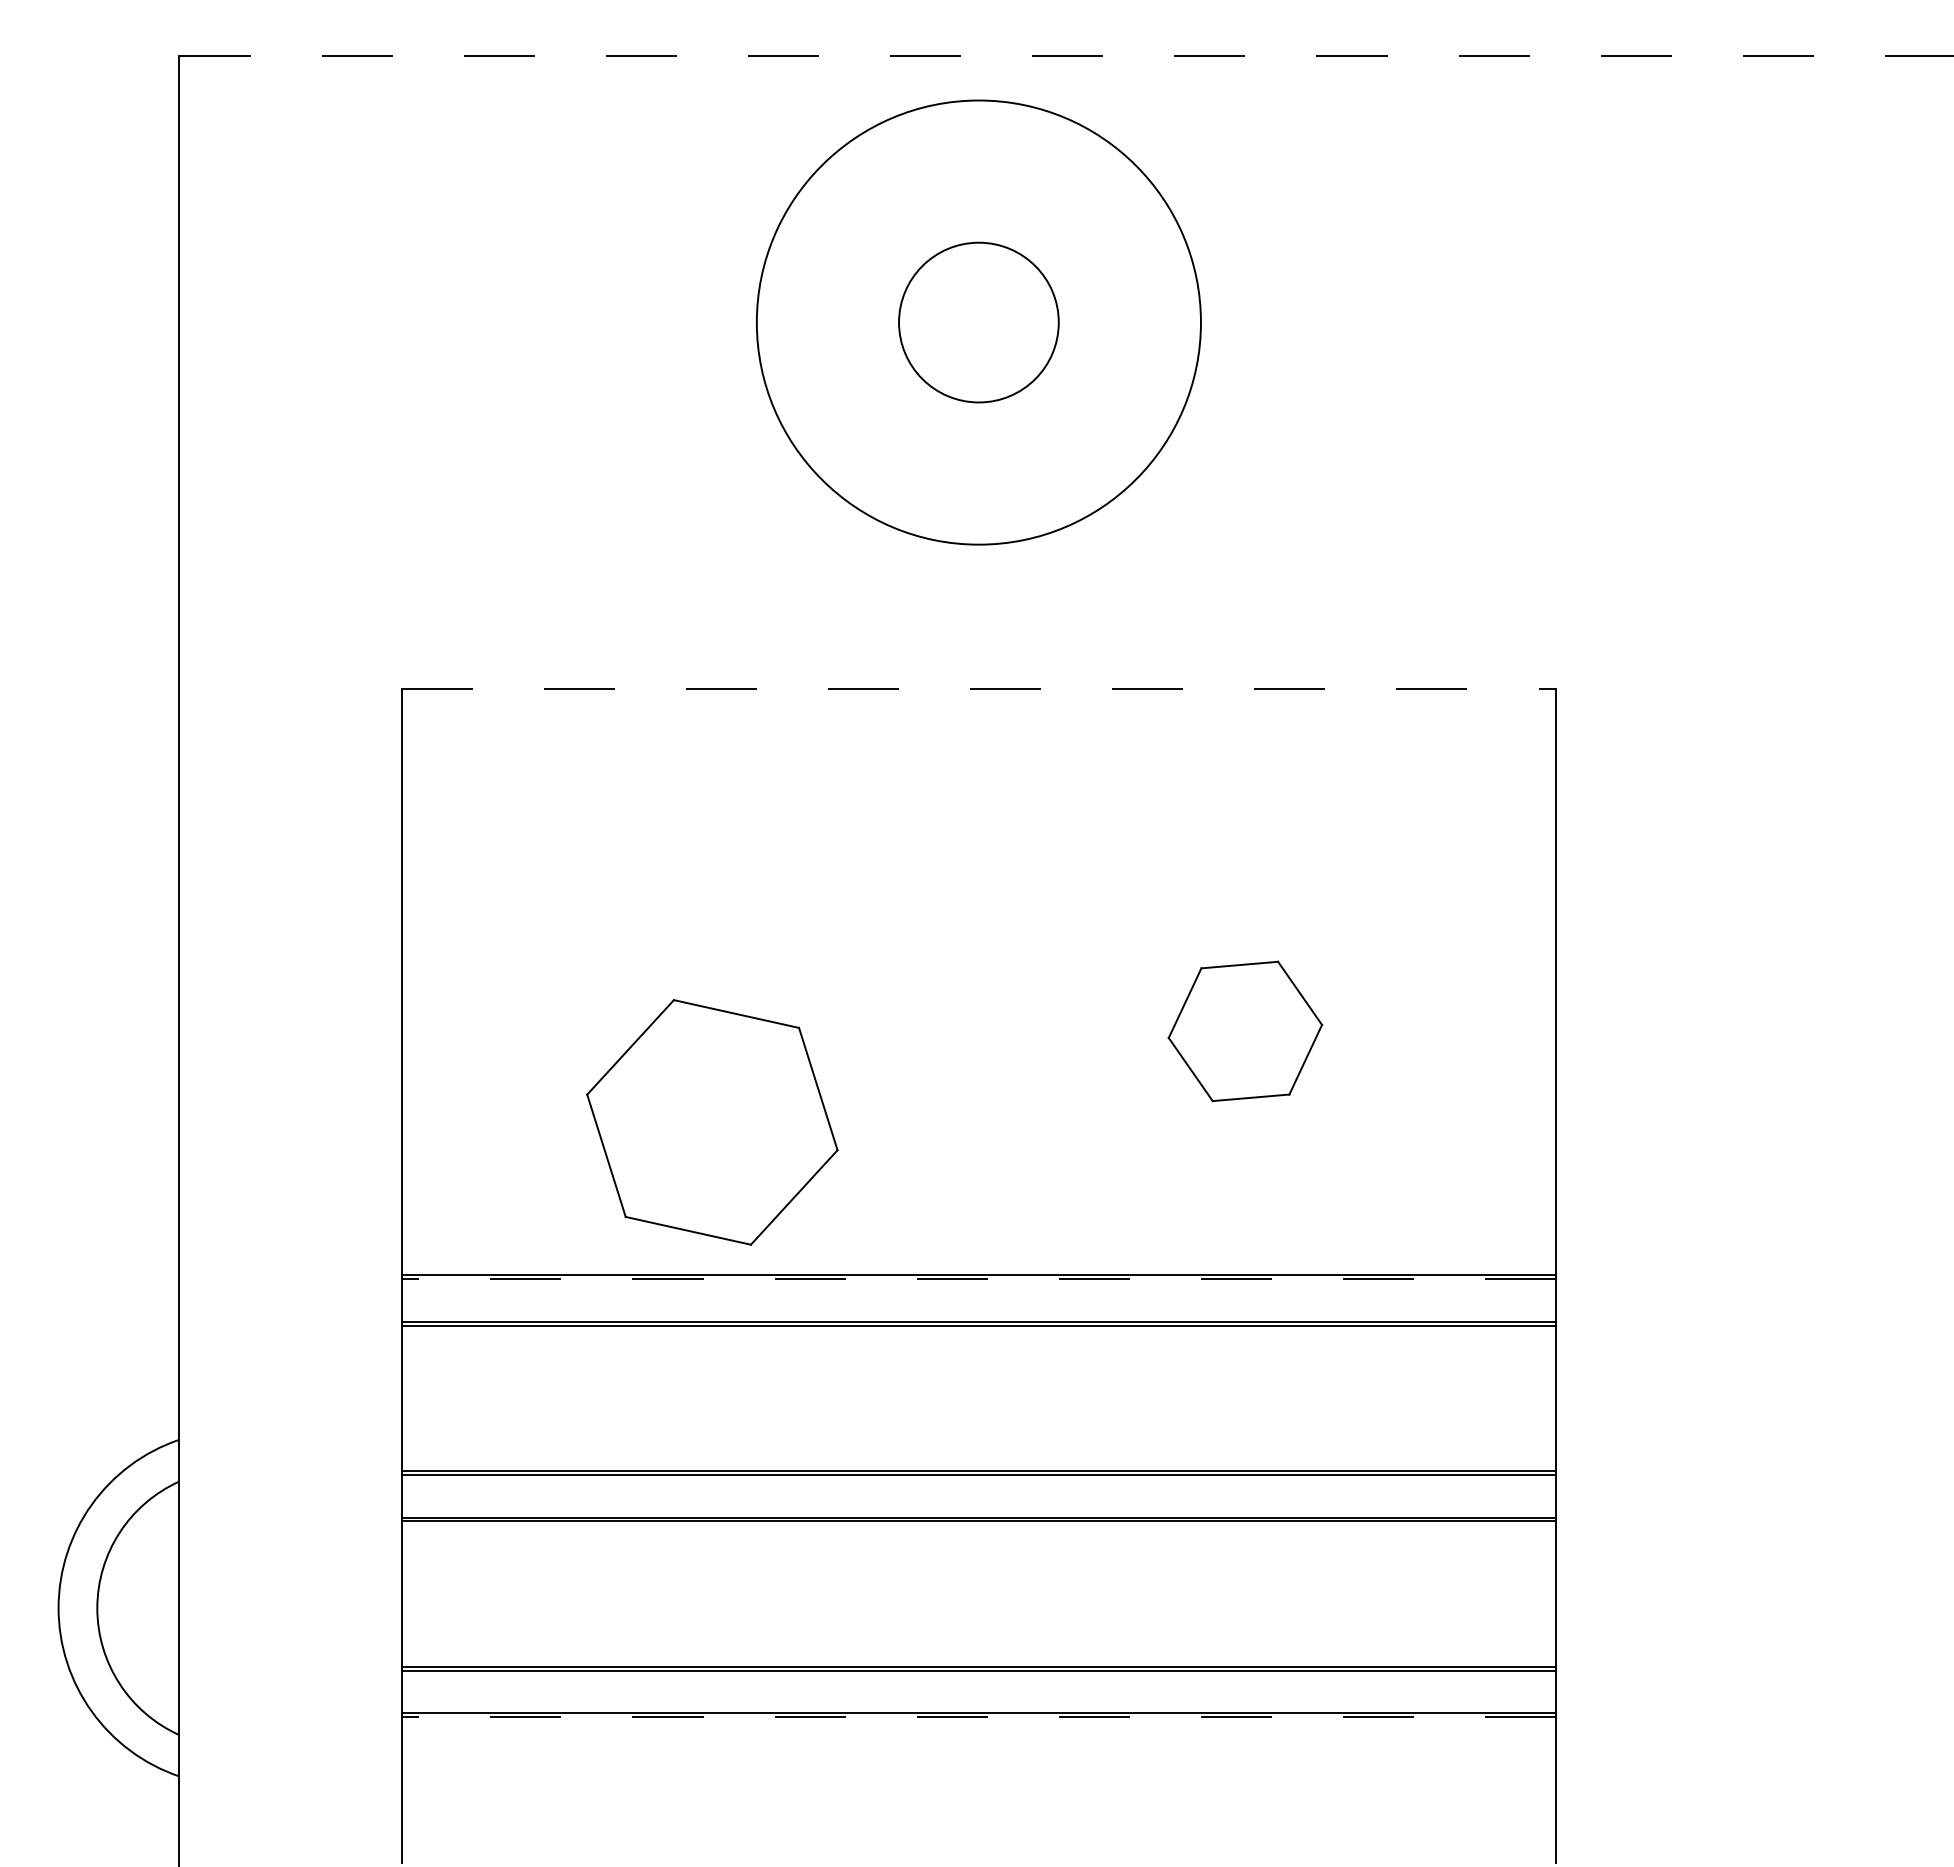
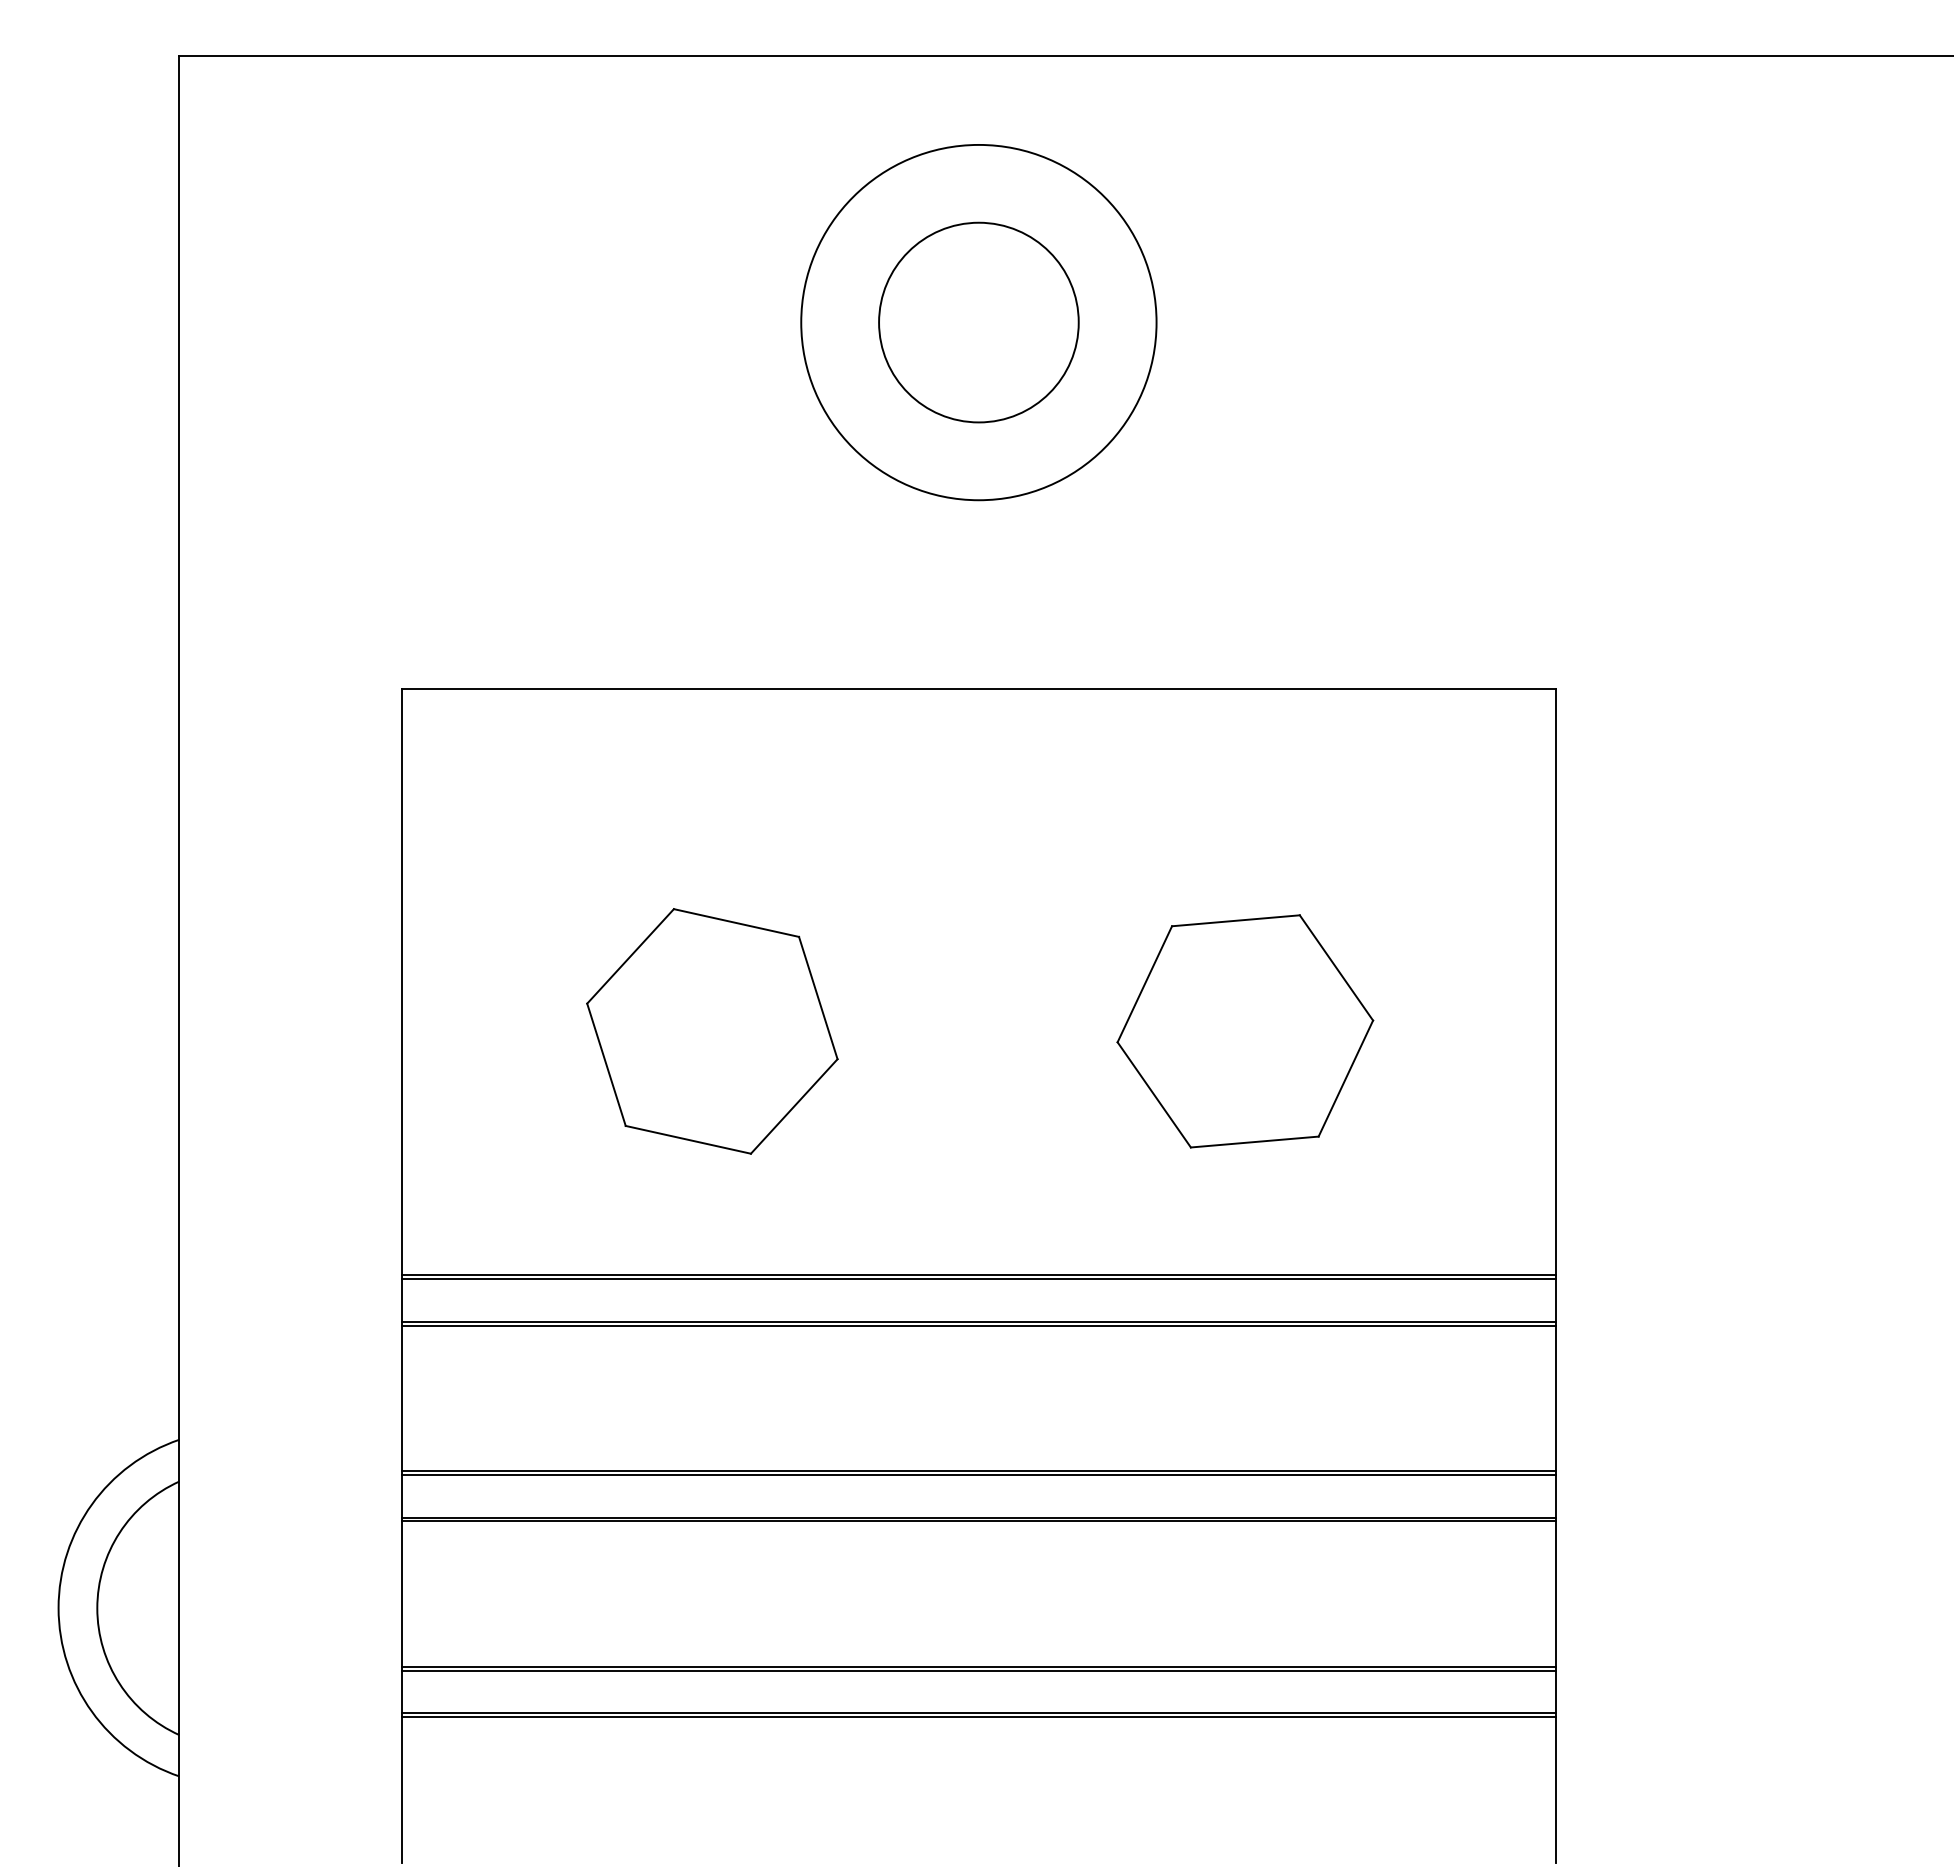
line at (1066, 56): dashed -> solid
circle at (978, 322) diameter: 160 px -> 200 px
circle at (978, 322) diameter: 444 px -> 355 px
line at (979, 688): dashed -> solid
part at (1245, 1031) size: 157x143 px -> 259x235 px
part at (712, 1122) position: (712, 1122) -> (712, 1031)
line at (978, 1279): dashed -> solid
line at (978, 1717): dashed -> solid
